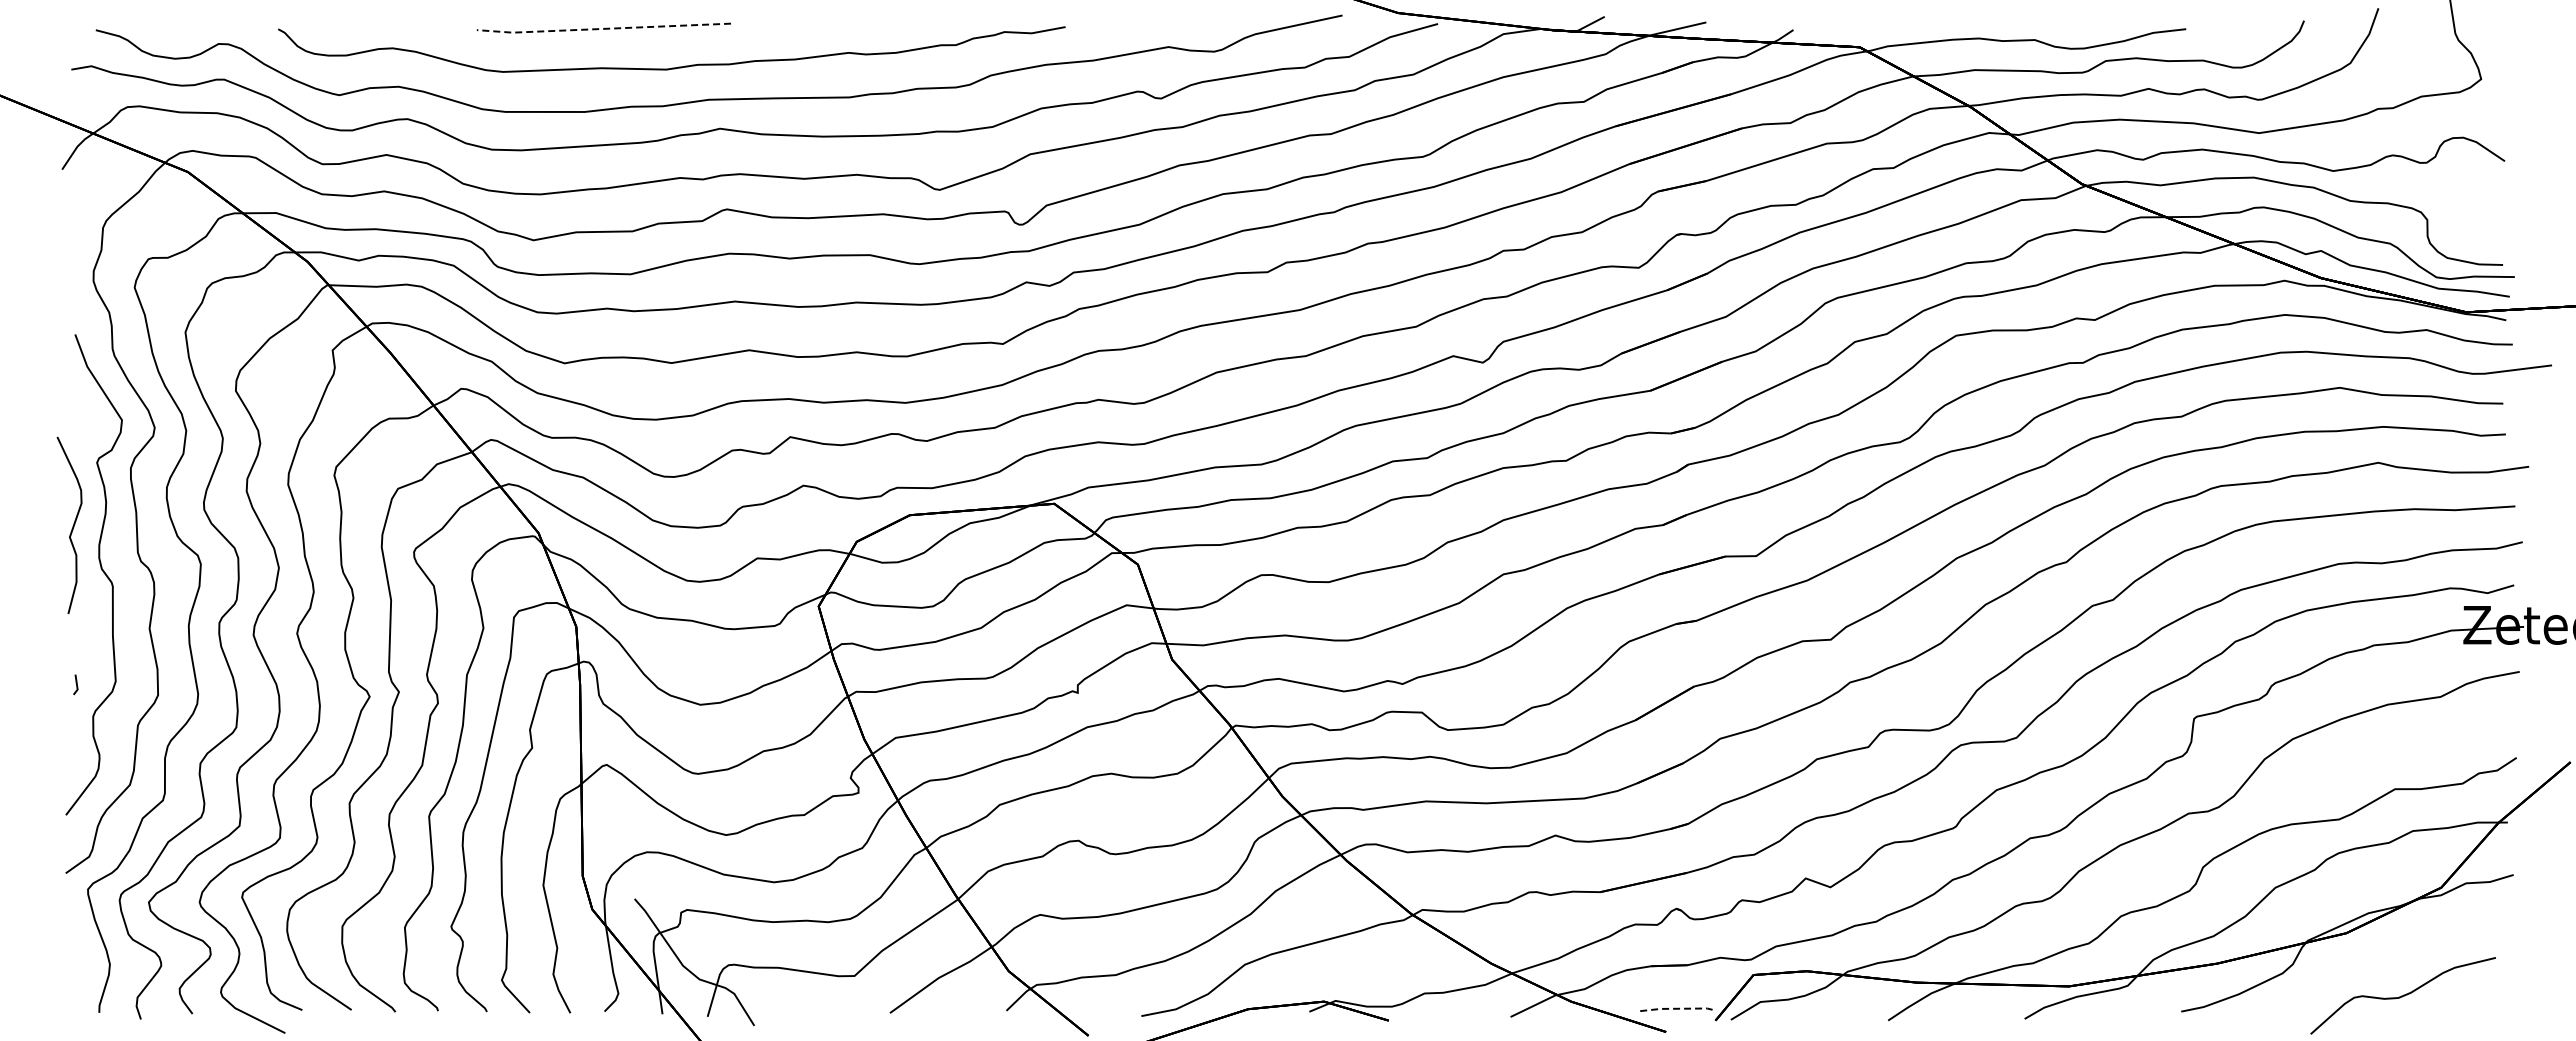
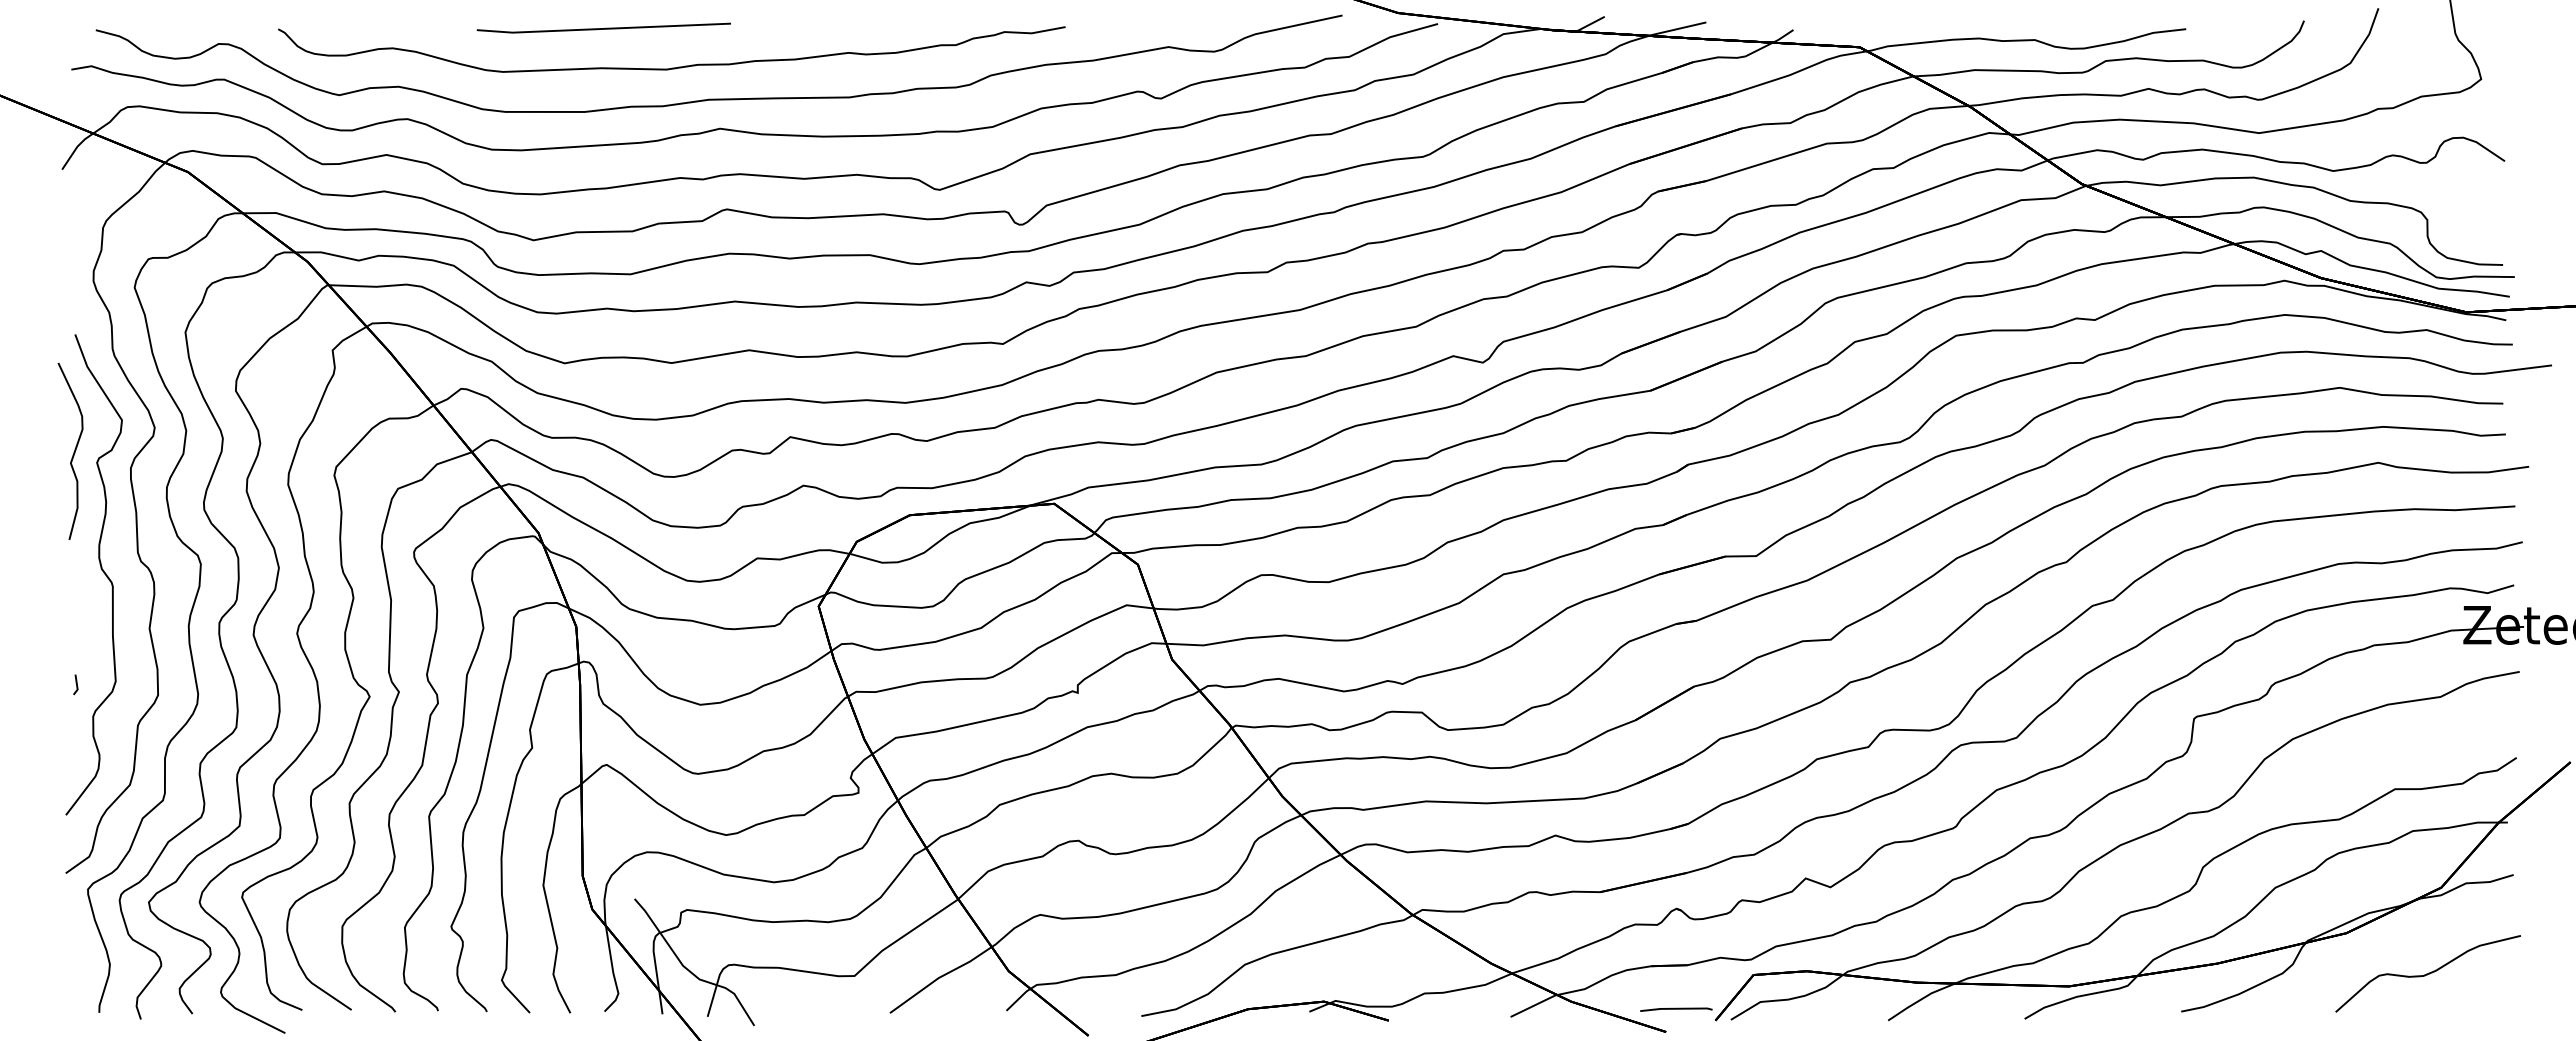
line at (603, 28): dashed -> solid
curve at (72, 526) position: (72, 526) -> (73, 452)
curve at (2402, 995) position: (2402, 995) -> (2427, 973)
line at (1676, 1008): dashed -> solid
